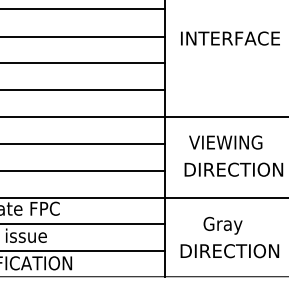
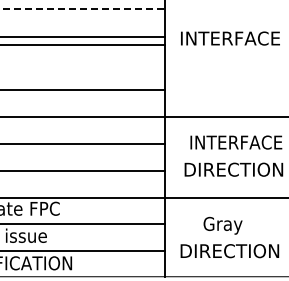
line at (83, 9): solid -> dashed
line at (83, 63) position: (83, 63) -> (83, 45)
text at (235, 142): VIEWING -> INTERFACE
